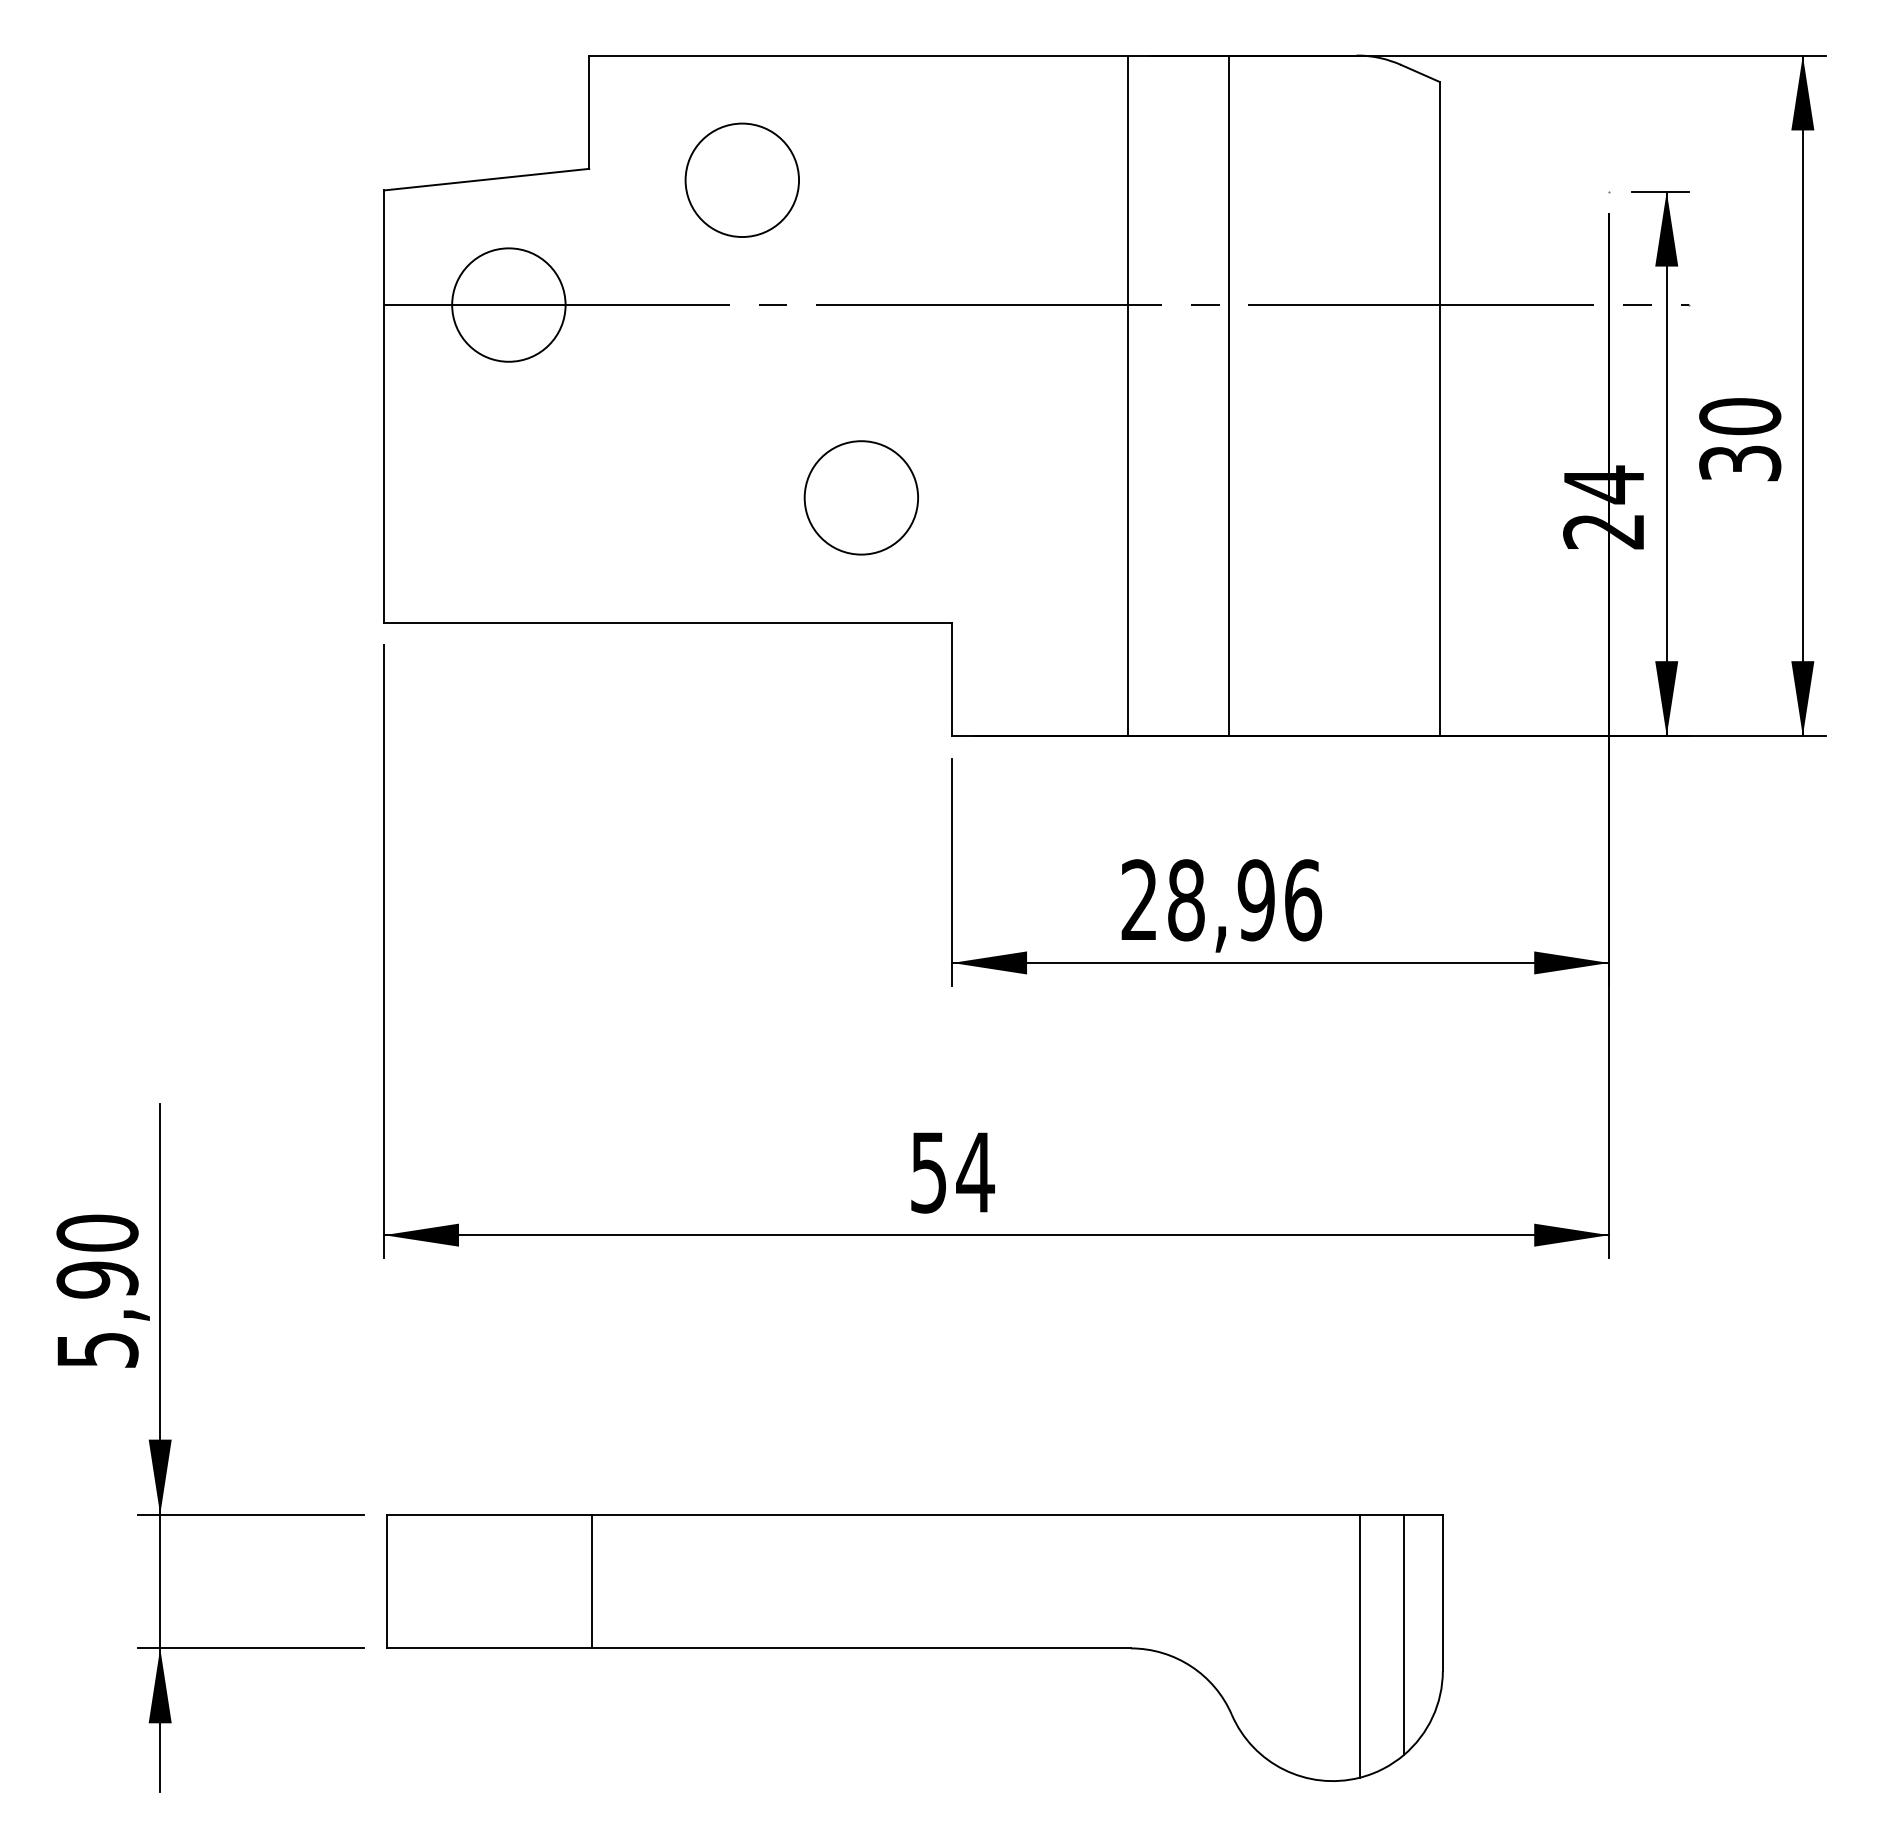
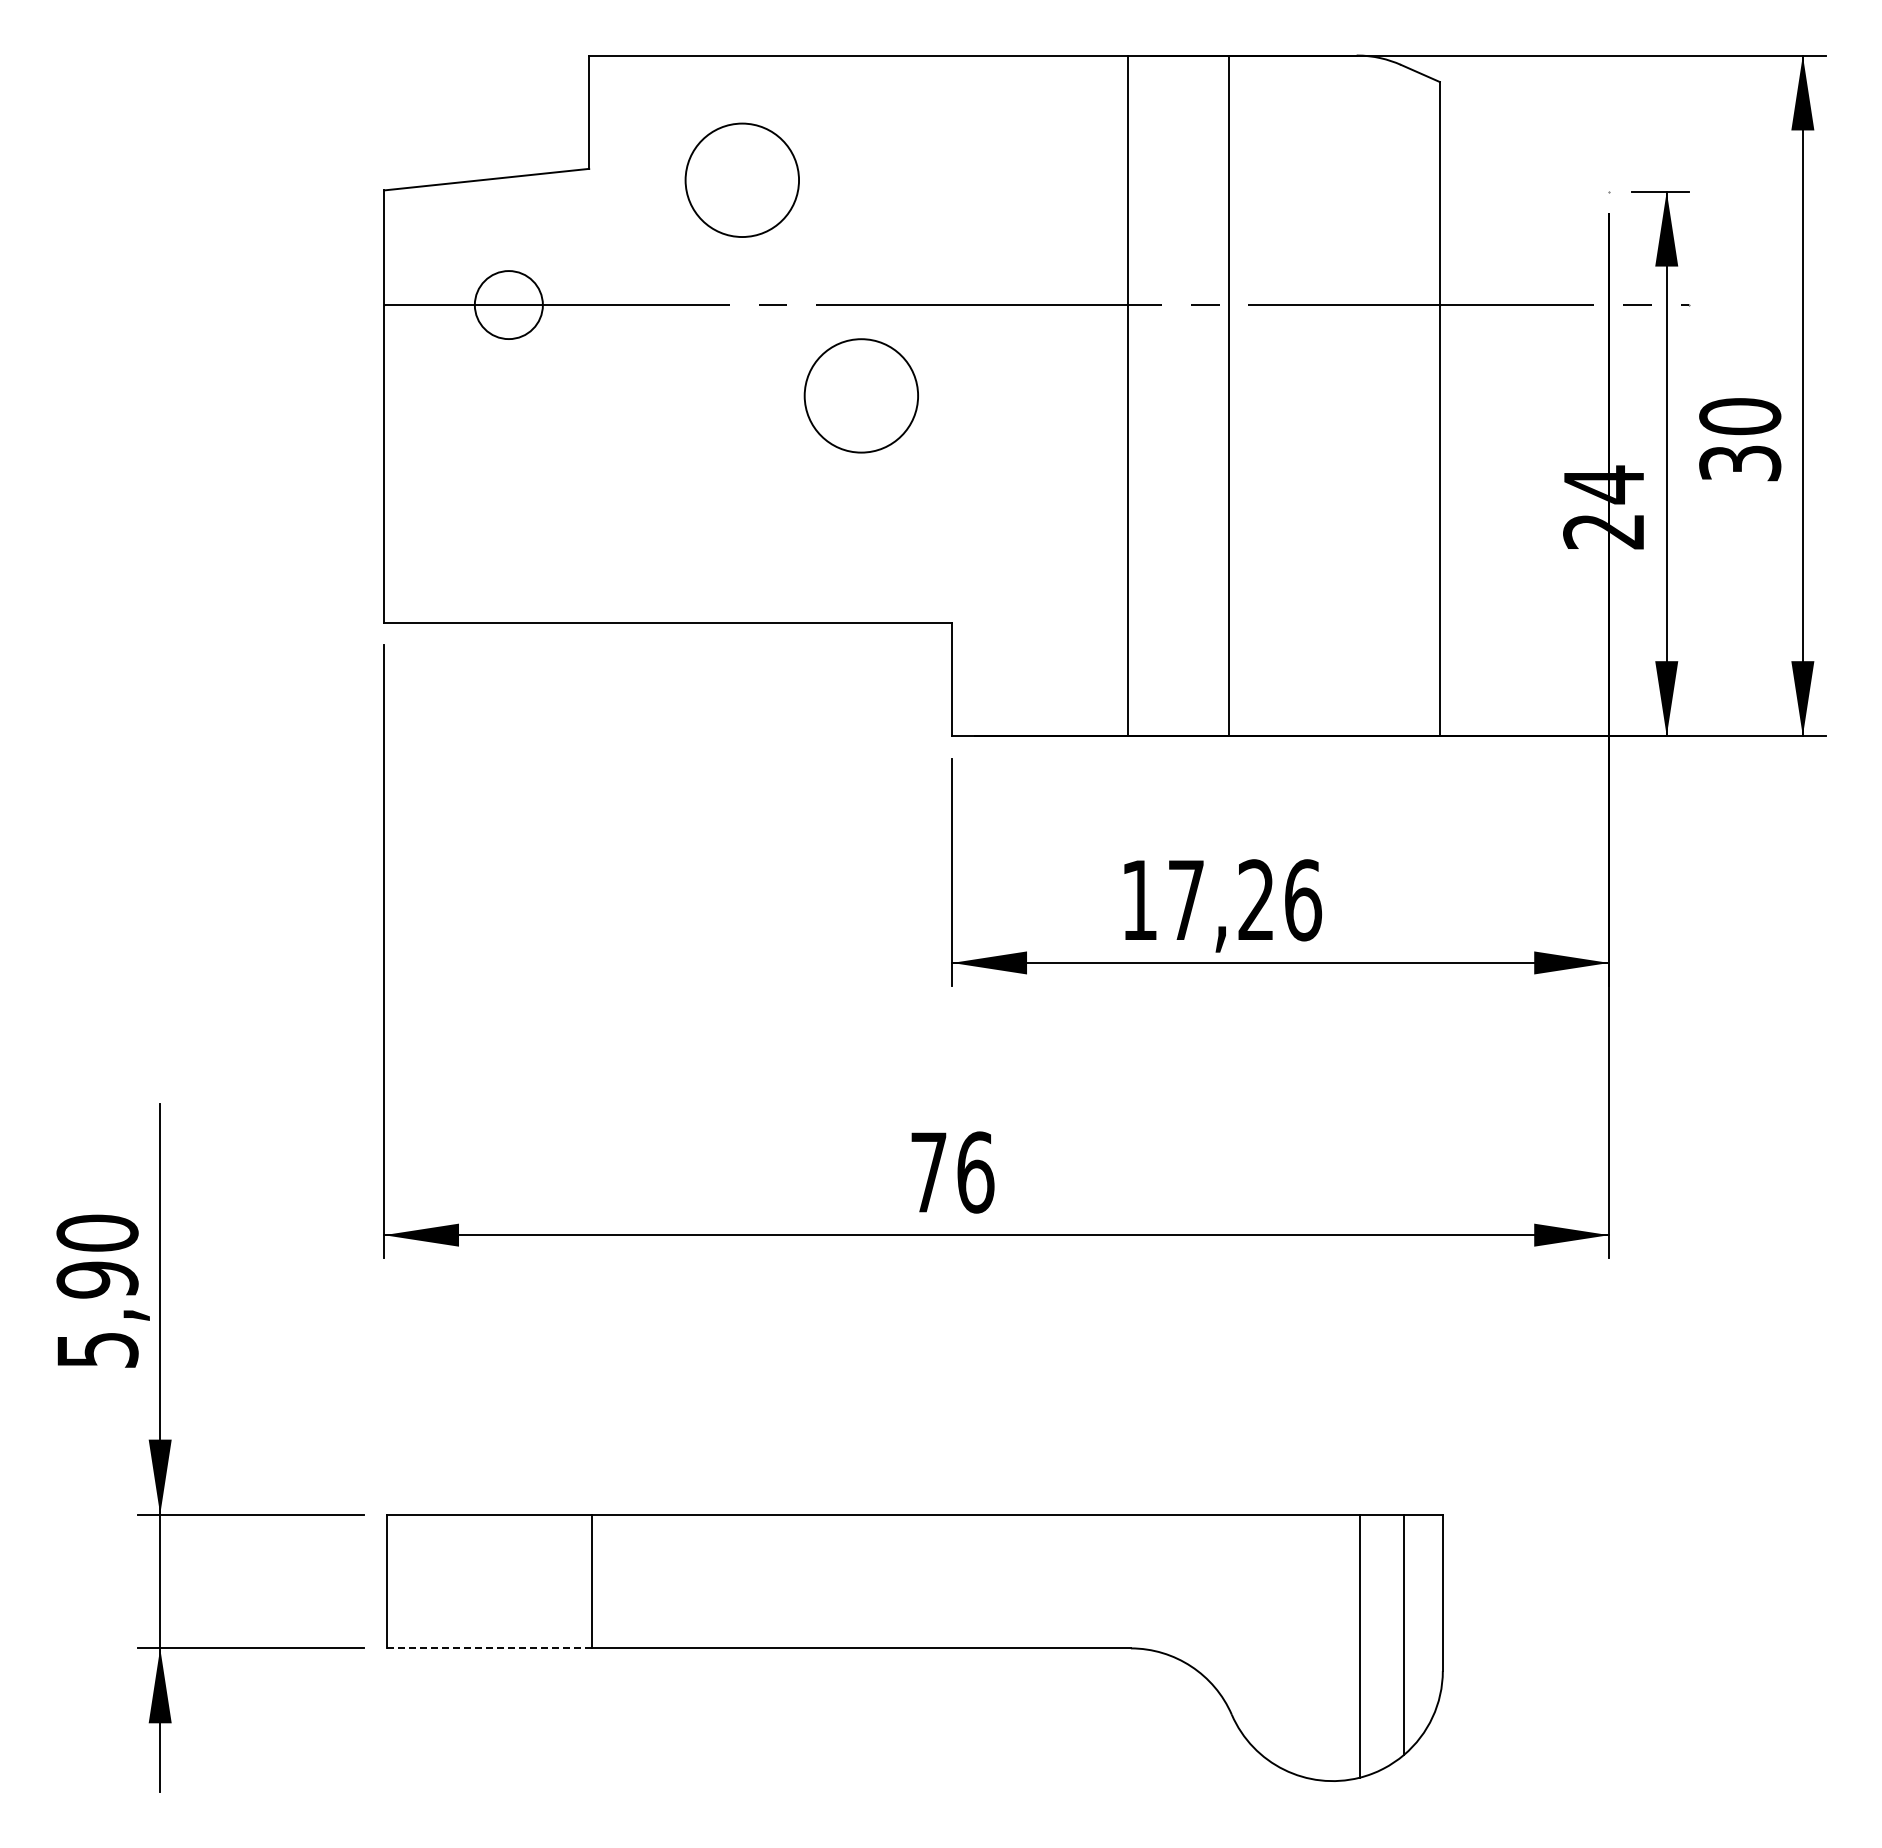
circle at (508, 304) diameter: 113 px -> 68 px
circle at (860, 497) position: (860, 497) -> (860, 395)
text at (1197, 900): 28,96 -> 17,26
text at (952, 1172): 54 -> 76
line at (489, 1648): solid -> dashed
